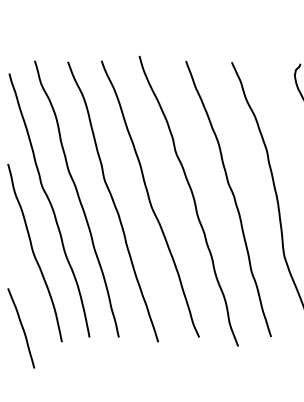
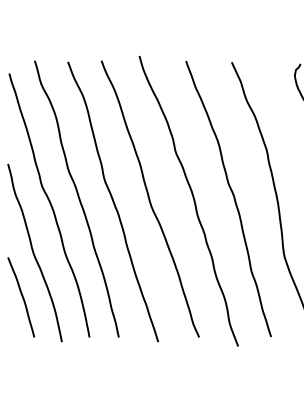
curve at (21, 327) position: (21, 327) -> (21, 296)
